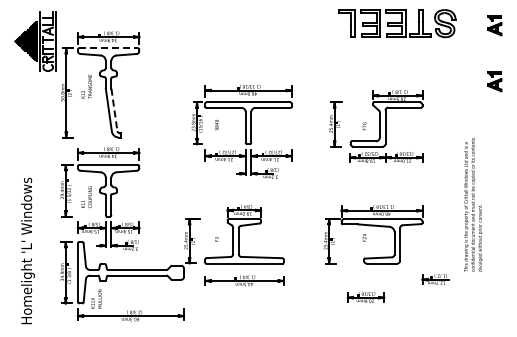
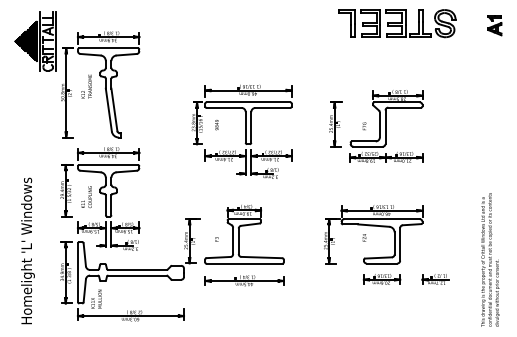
line at (109, 48): dashed -> solid
part at (494, 81): present -> none
line at (114, 110): dashed -> solid
text at (473, 204) position: (473, 204) -> (490, 259)
part at (365, 297) position: (365, 297) -> (381, 279)
